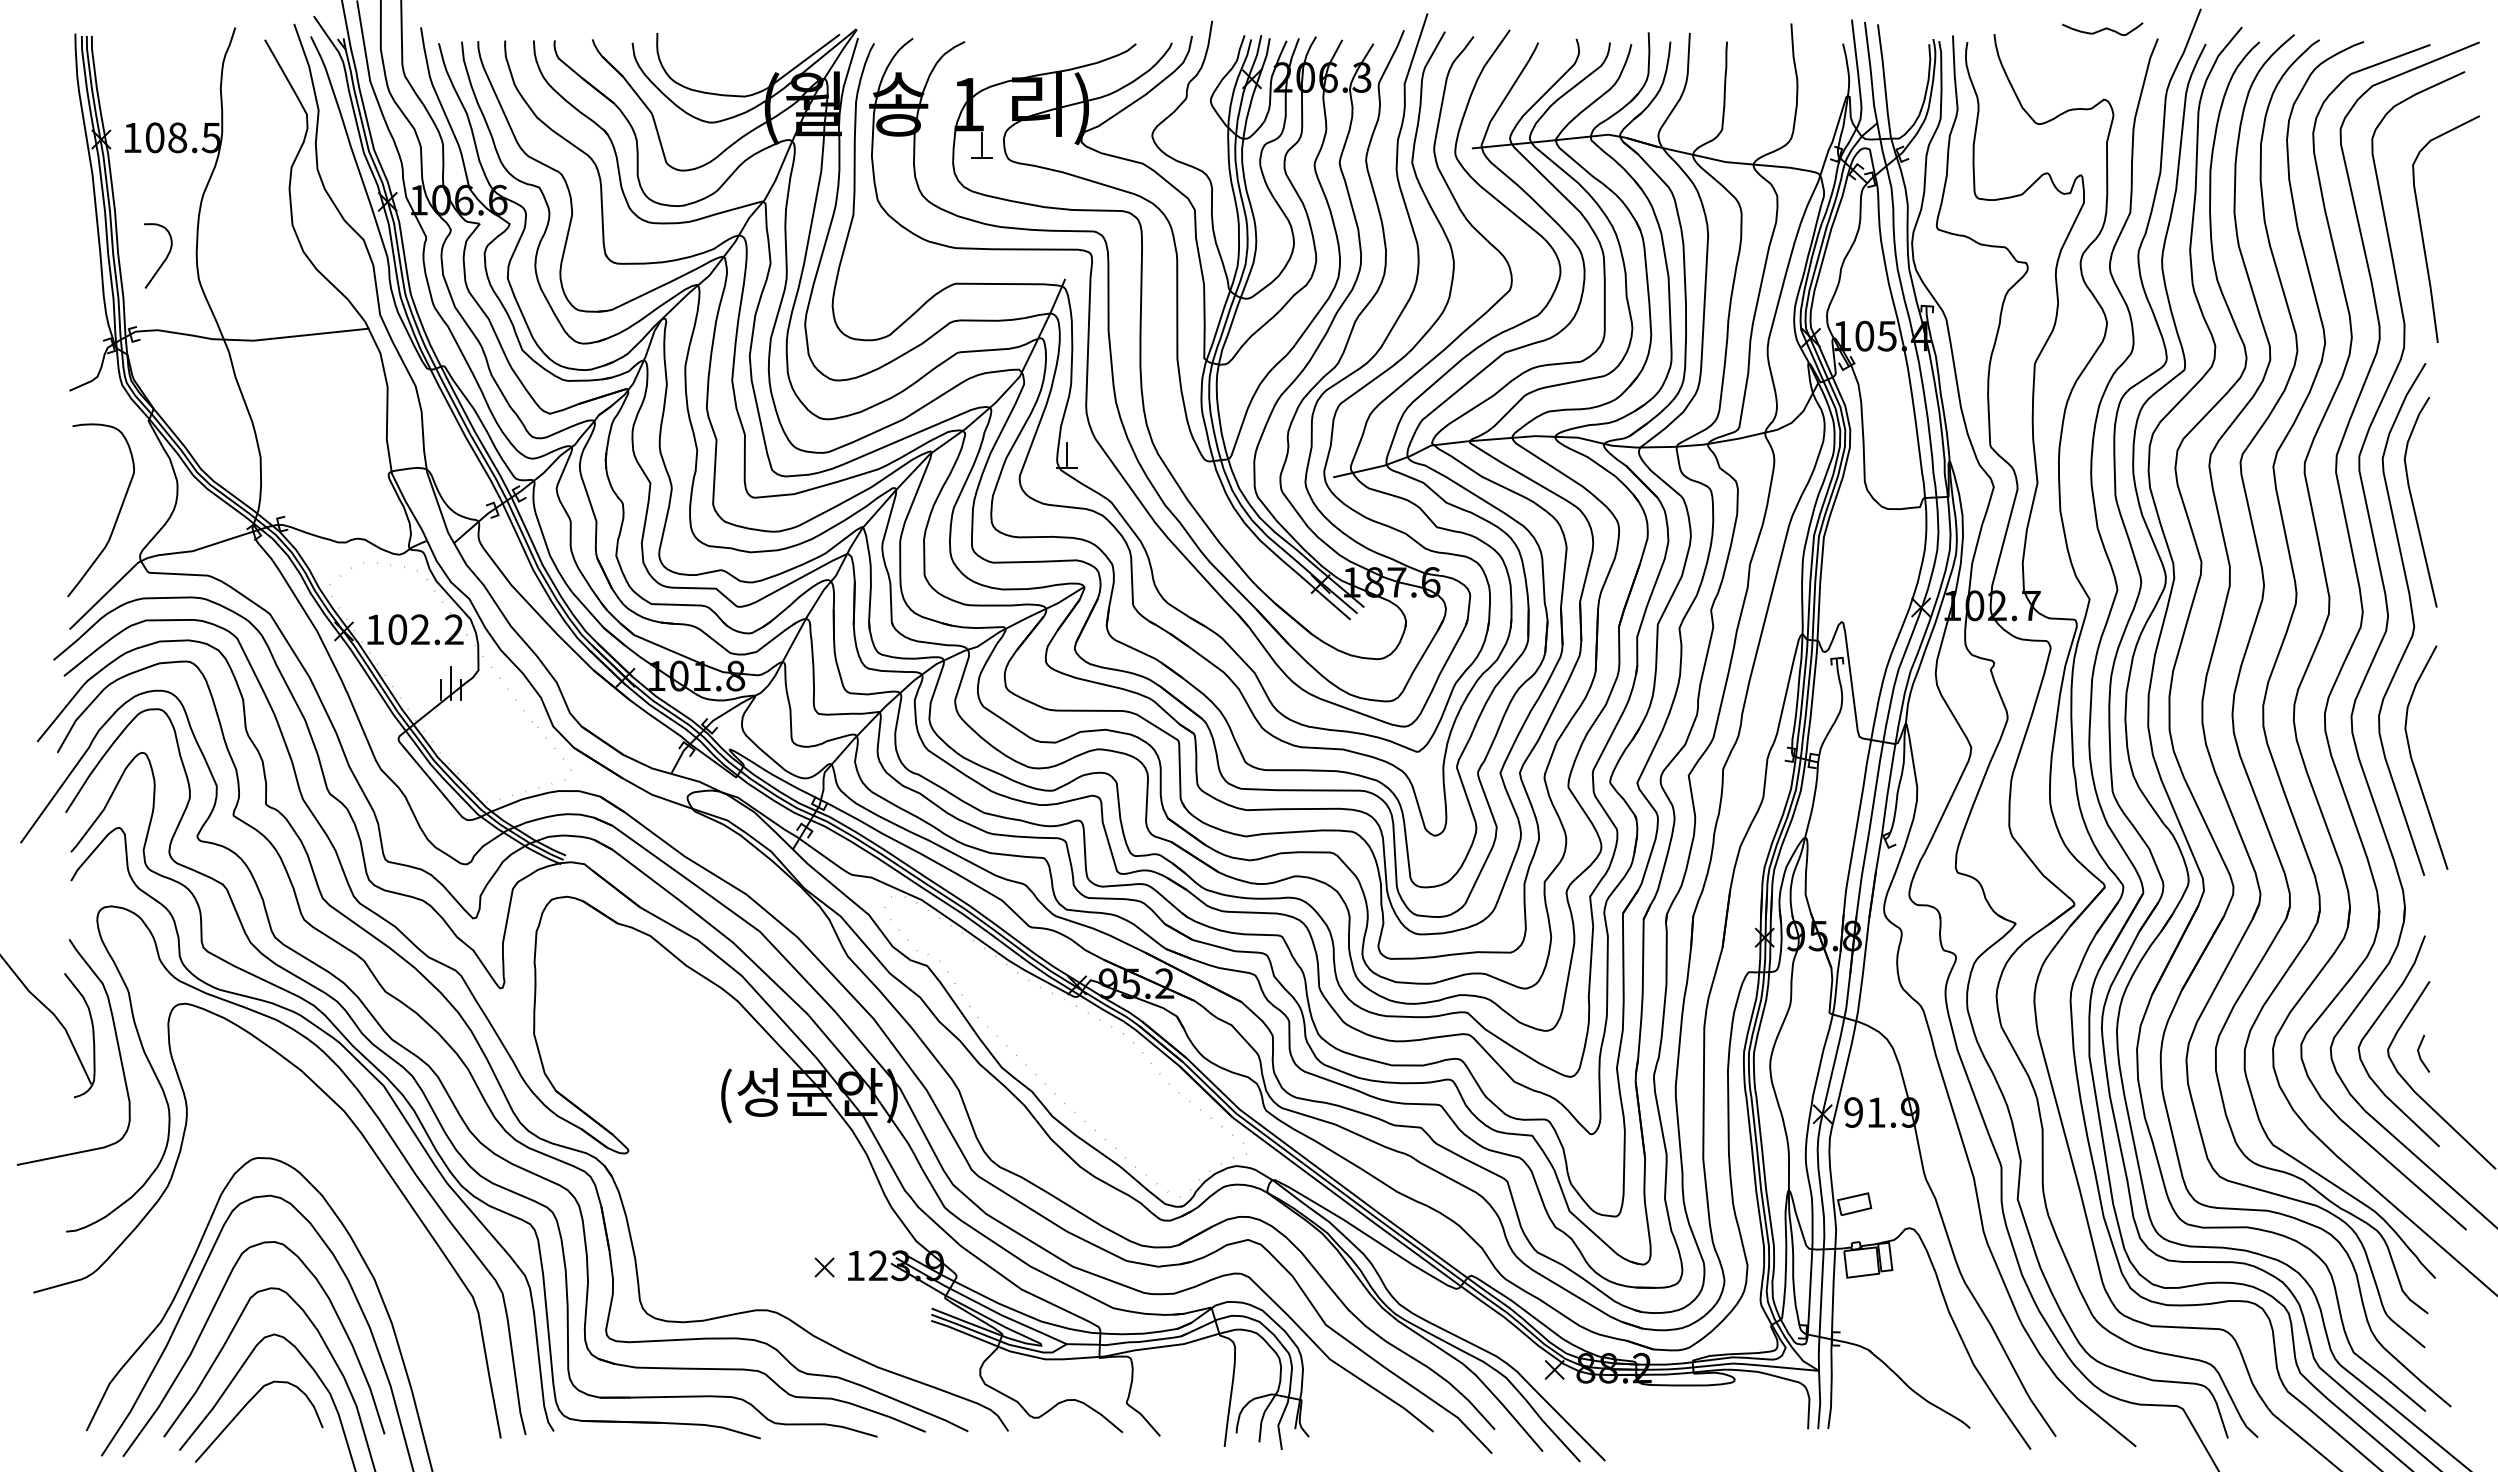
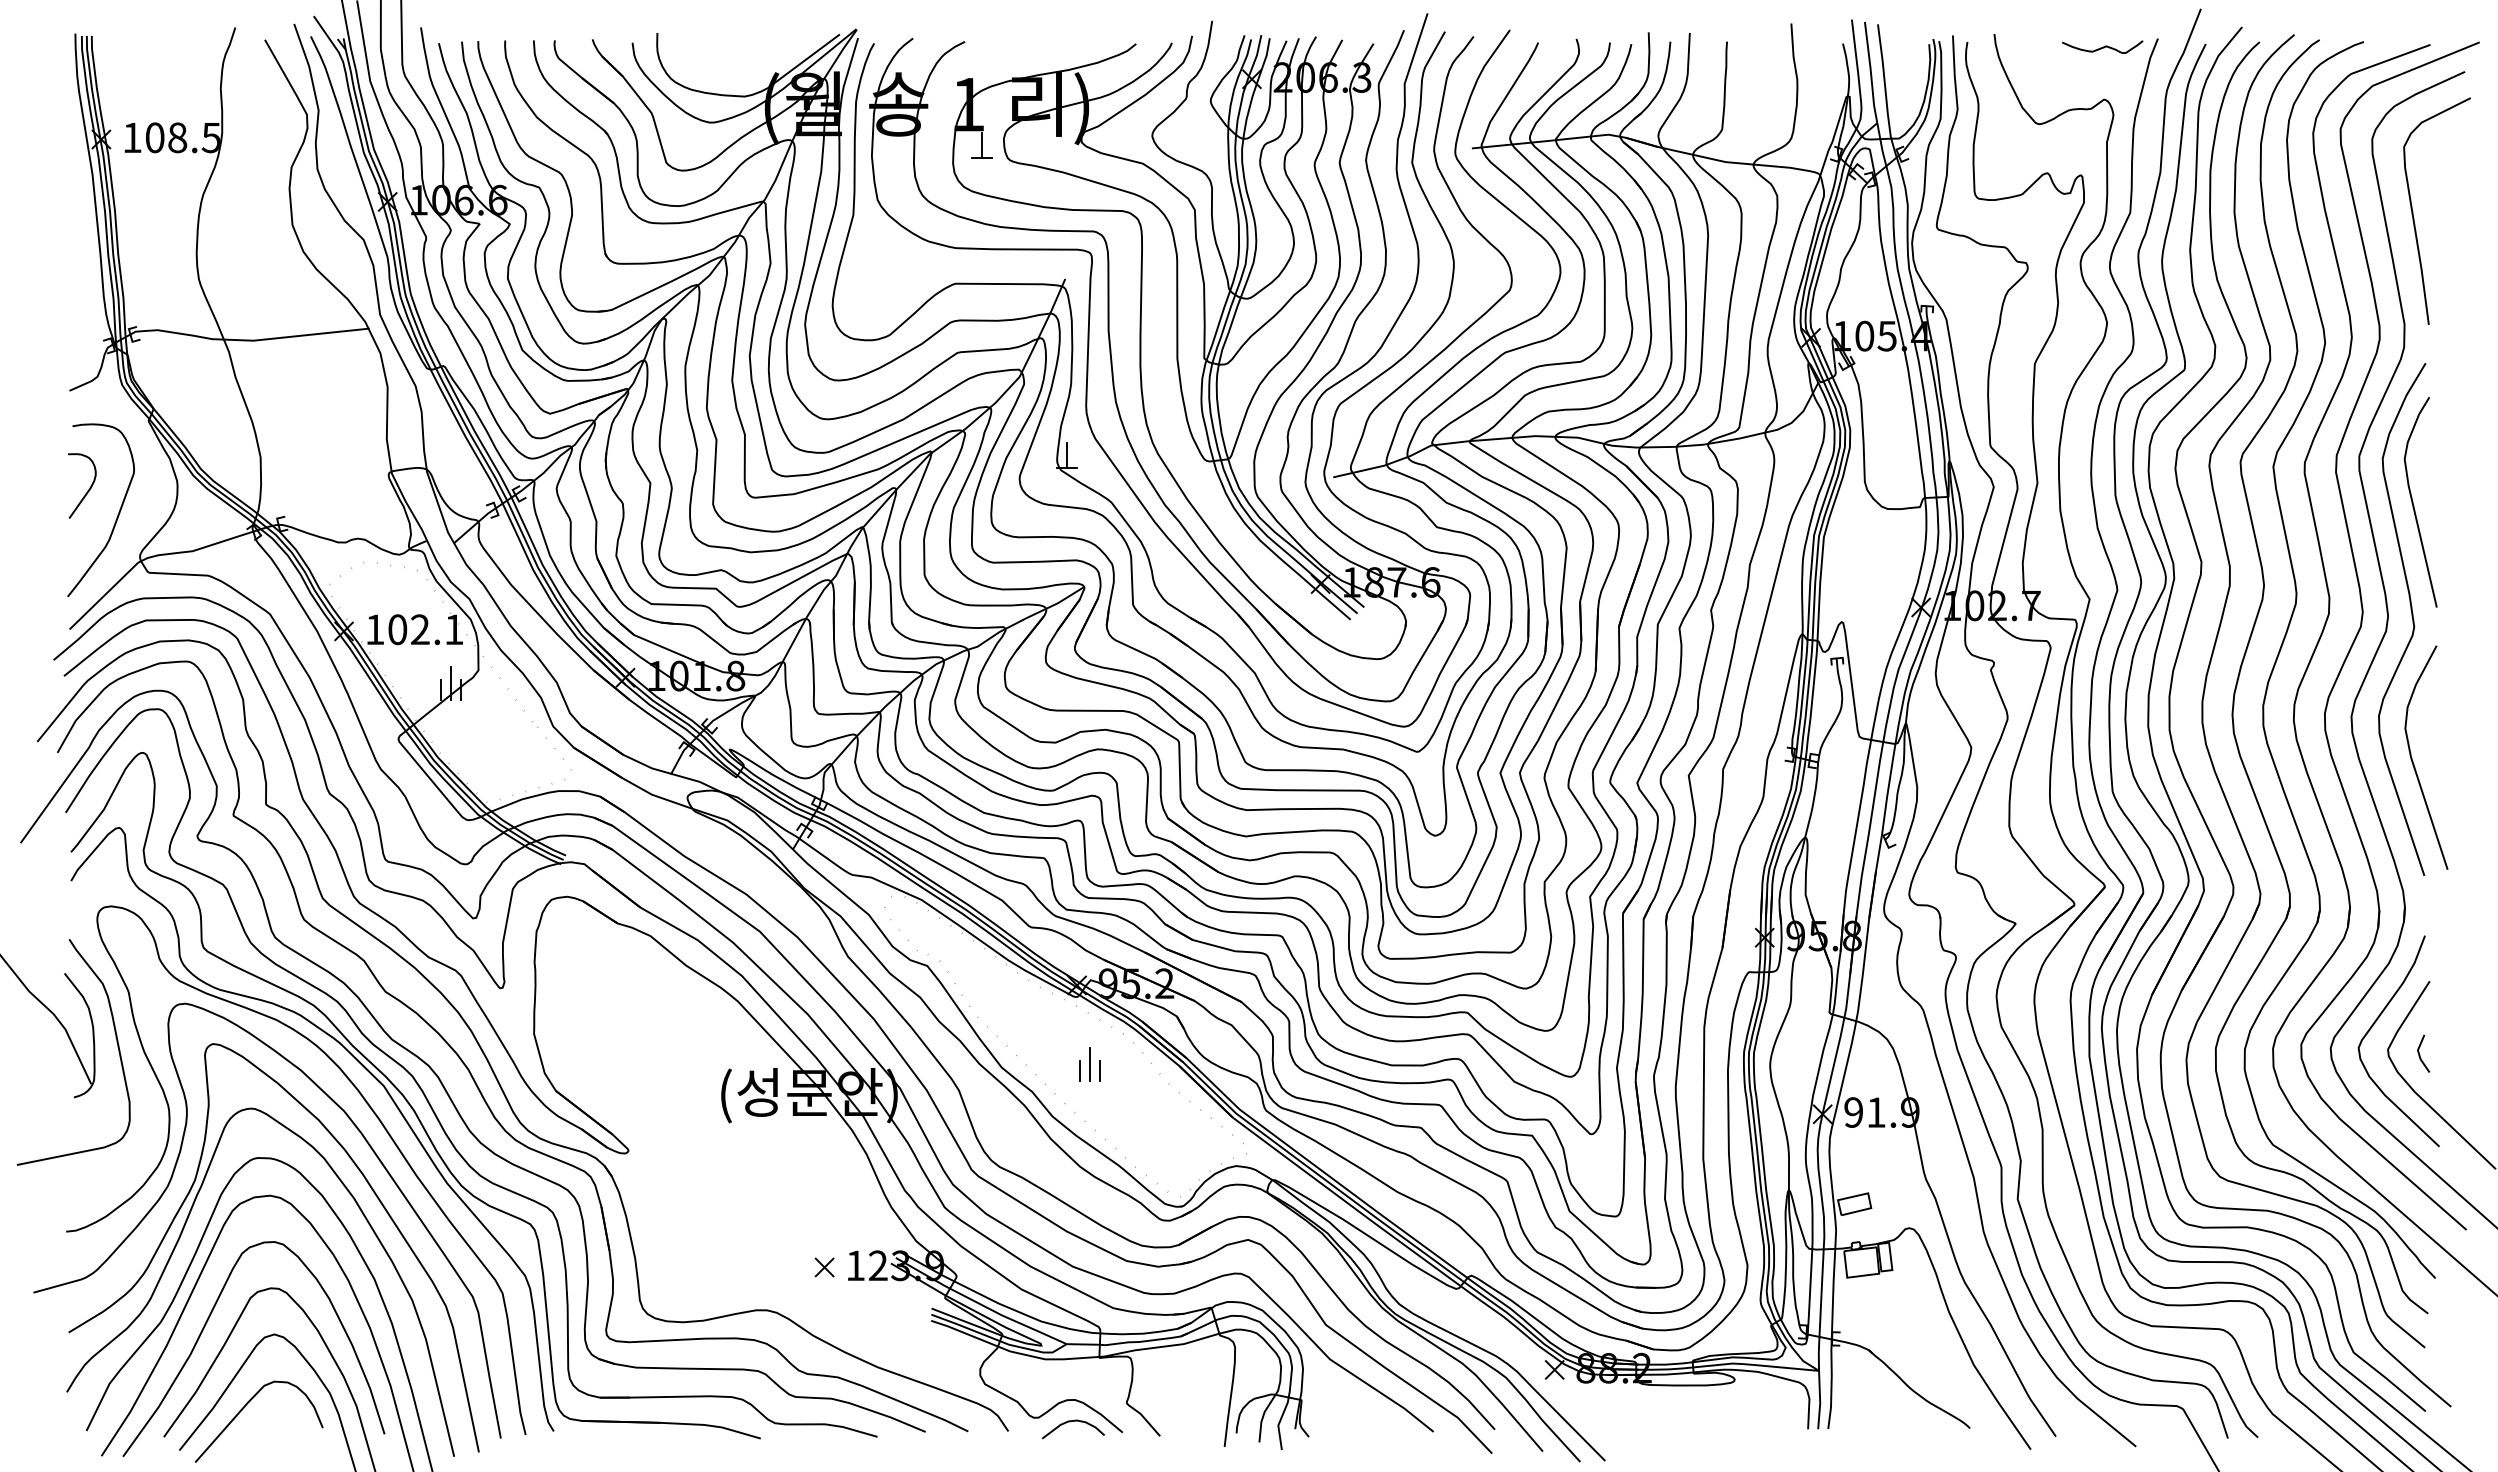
curve at (2102, 28) position: (2102, 28) -> (2102, 46)
curve at (2422, 229) position: (2422, 229) -> (2413, 211)
curve at (163, 260) position: (163, 260) -> (87, 490)
text at (453, 629): 102.2 -> 102.1
part at (1089, 1064): none -> present
part at (190, 1214): none -> present
curve at (1070, 1422): none -> present
